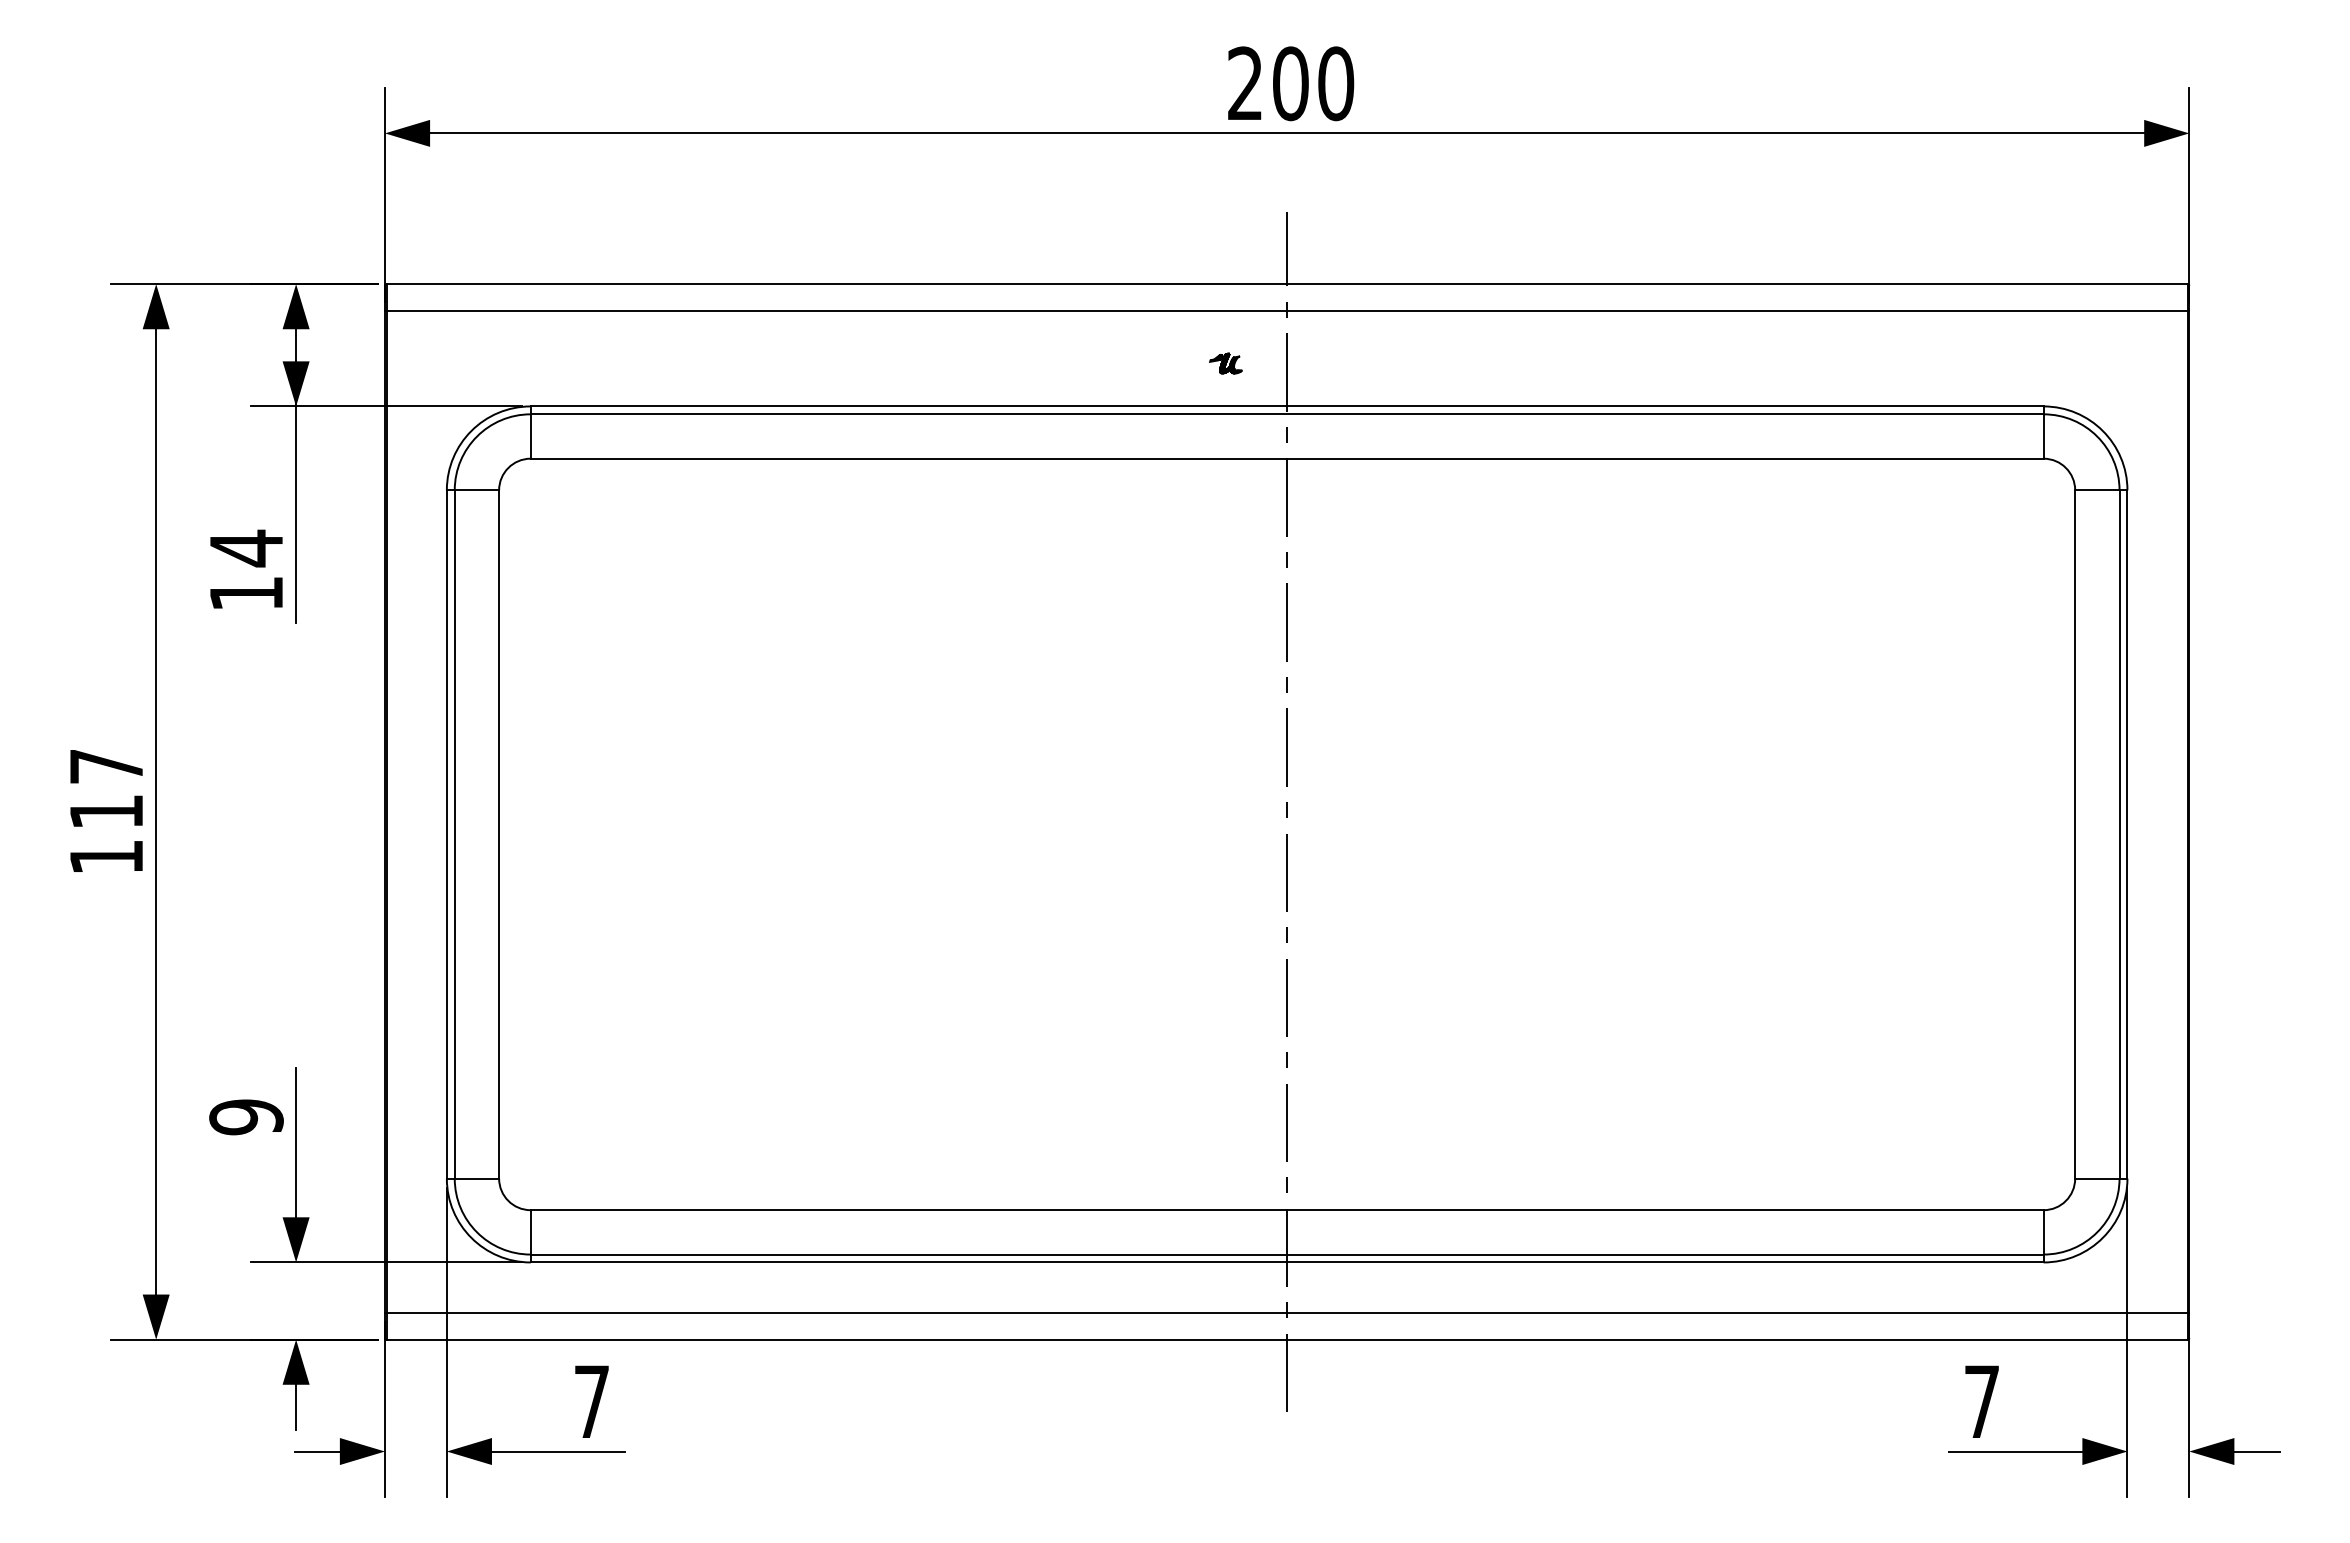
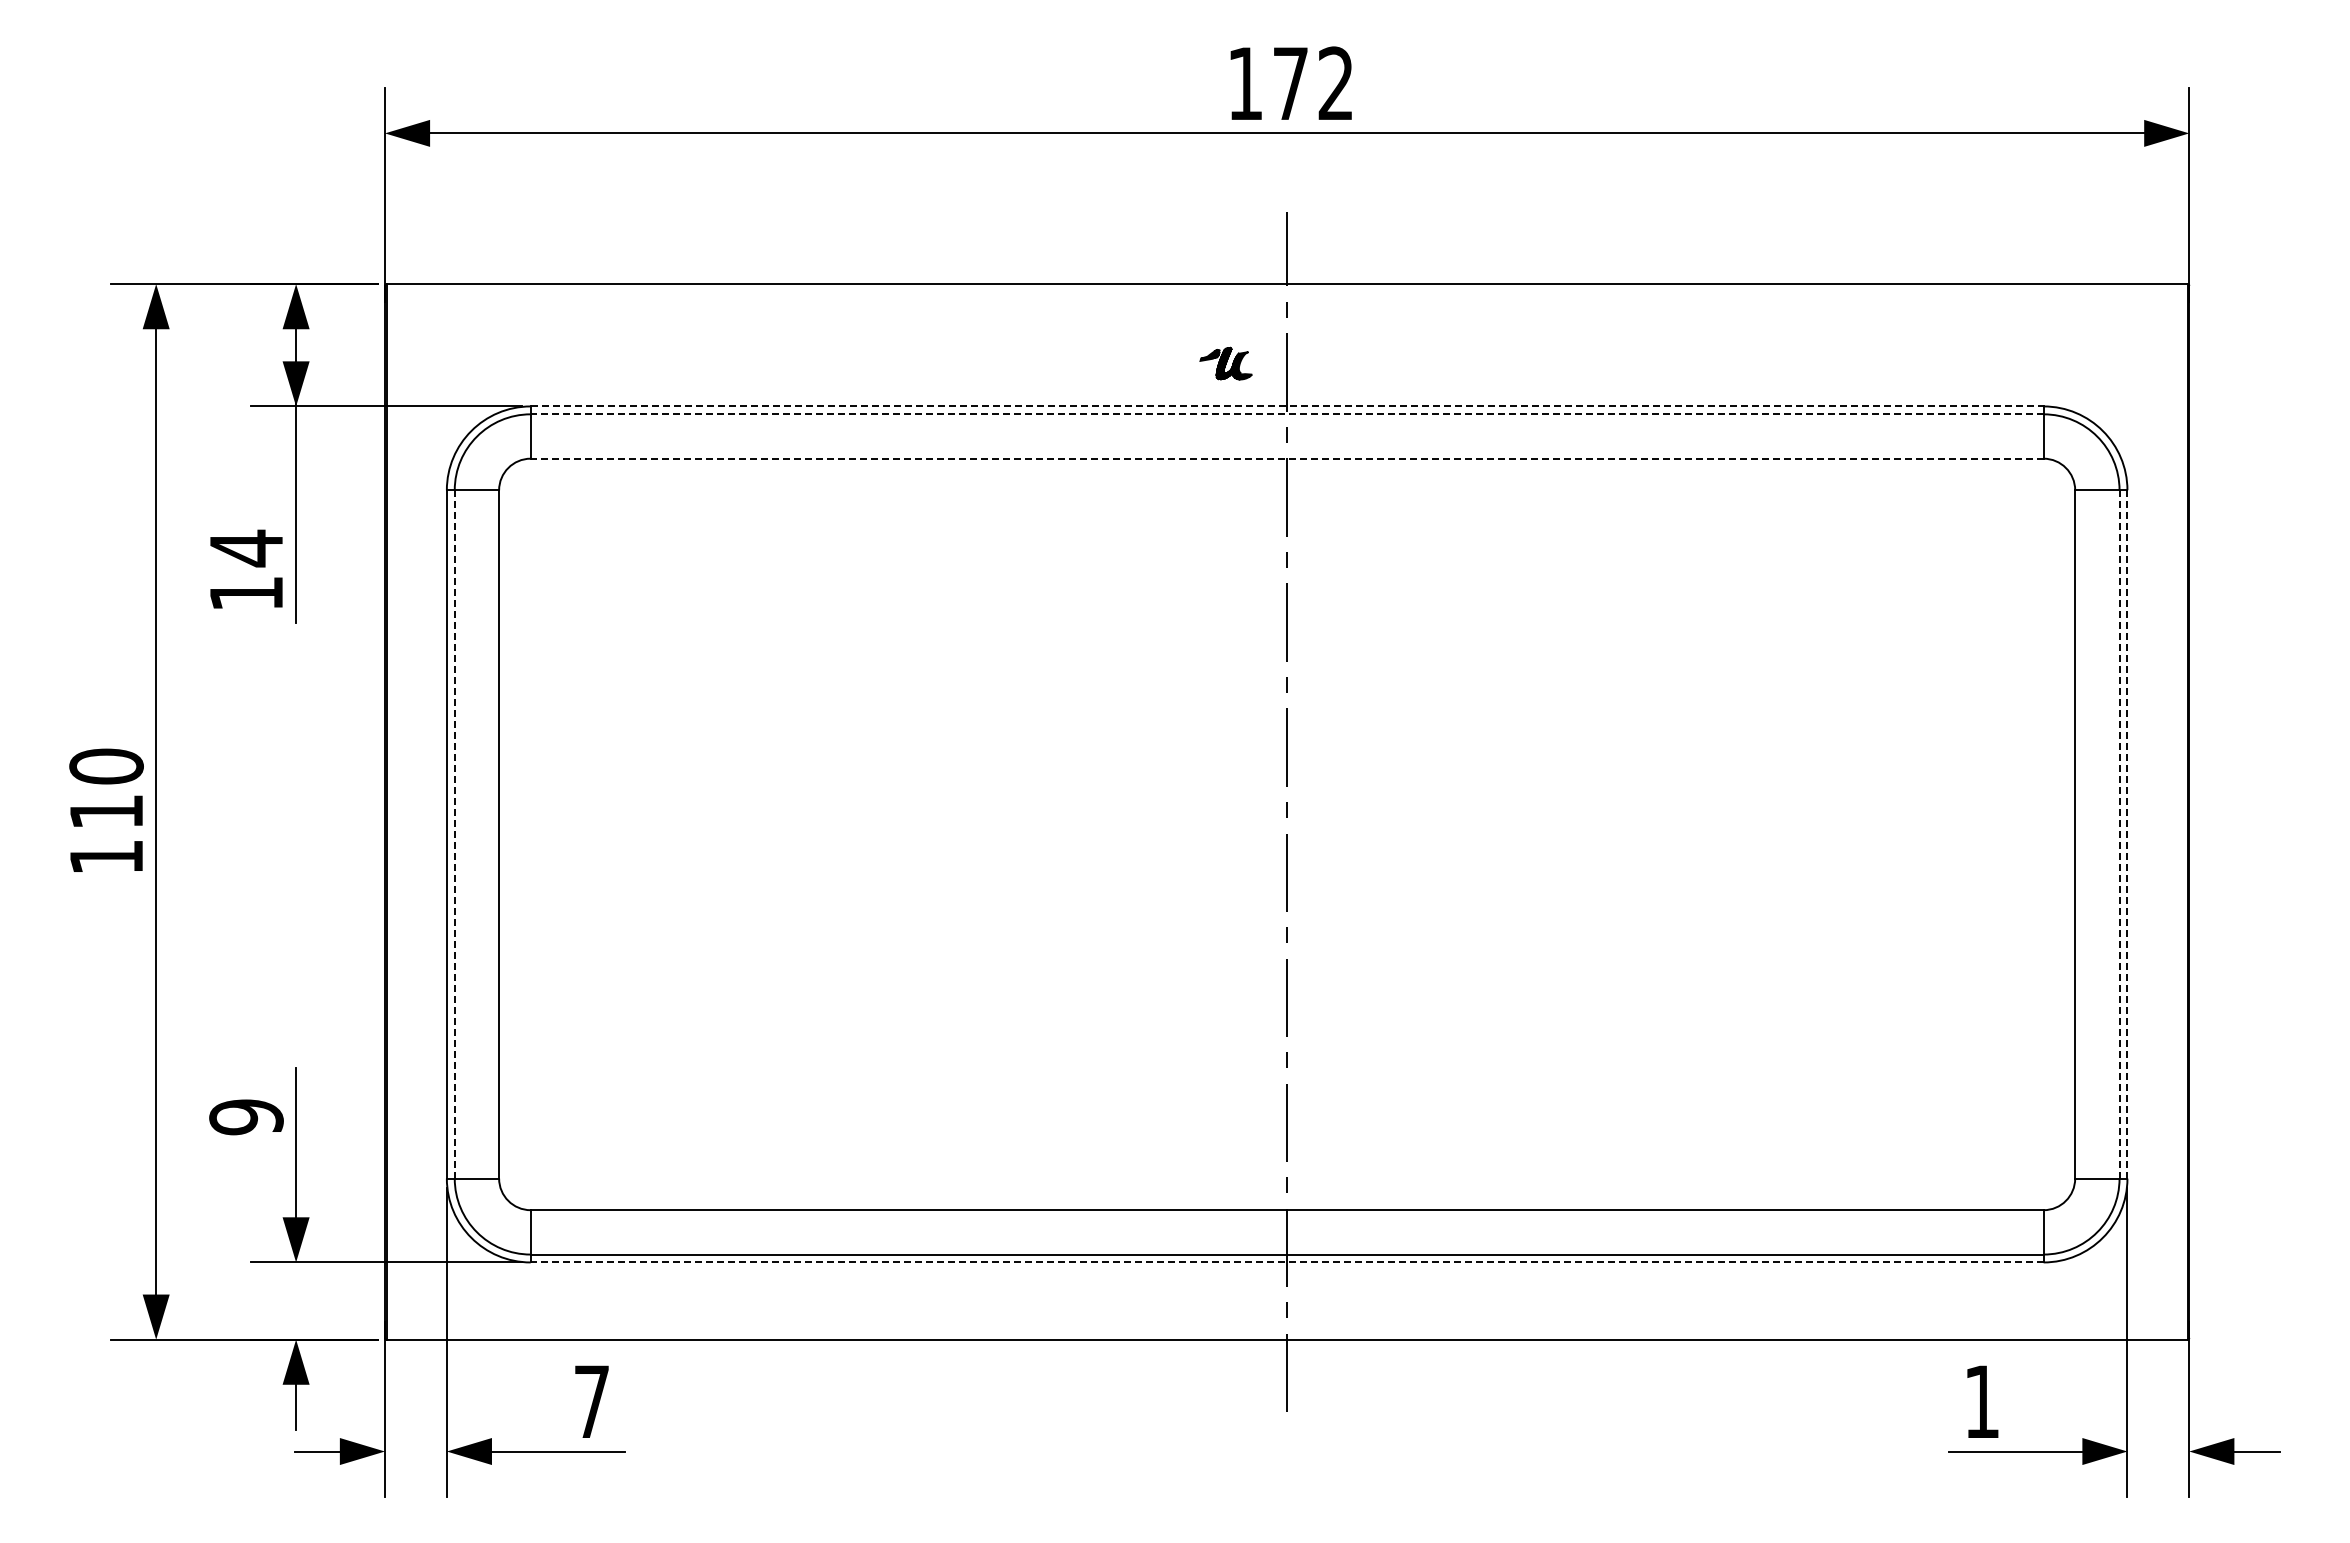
text at (1291, 83): 200 -> 172
line at (1287, 311): present -> none
part at (1225, 363) size: 34x23 px -> 54x35 px
line at (1287, 406): solid -> dashed
line at (1286, 414): solid -> dashed
line at (1286, 458): solid -> dashed
text at (106, 766): 117 -> 110
line at (454, 834): solid -> dashed
line at (2119, 834): solid -> dashed
line at (2127, 834): solid -> dashed
line at (1286, 1262): solid -> dashed
line at (1287, 1312): present -> none
text at (1981, 1401): 7 -> 1
